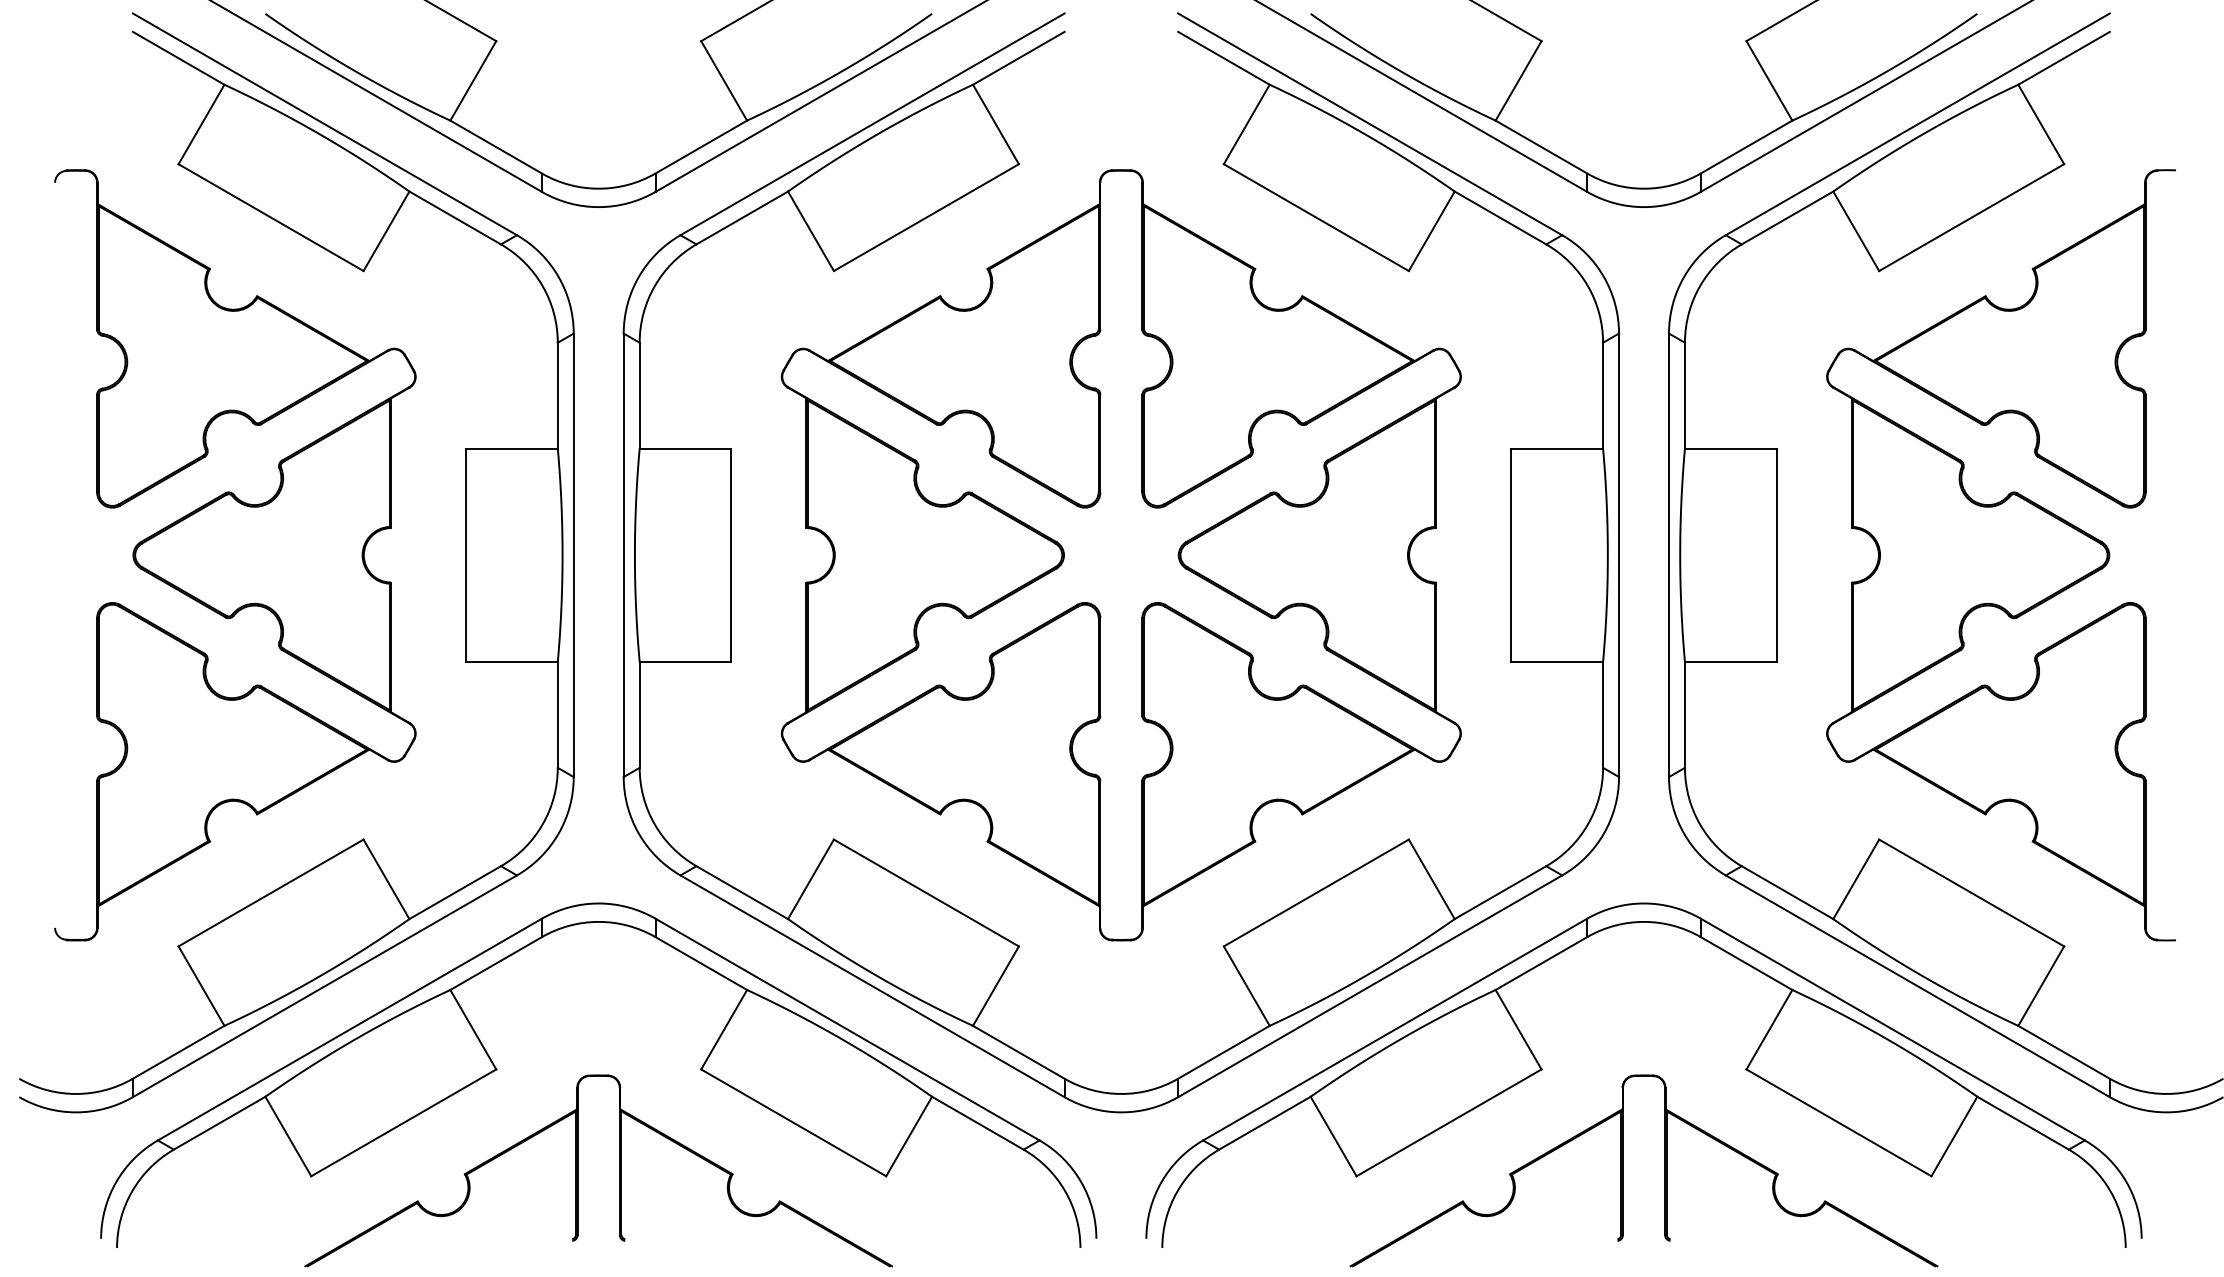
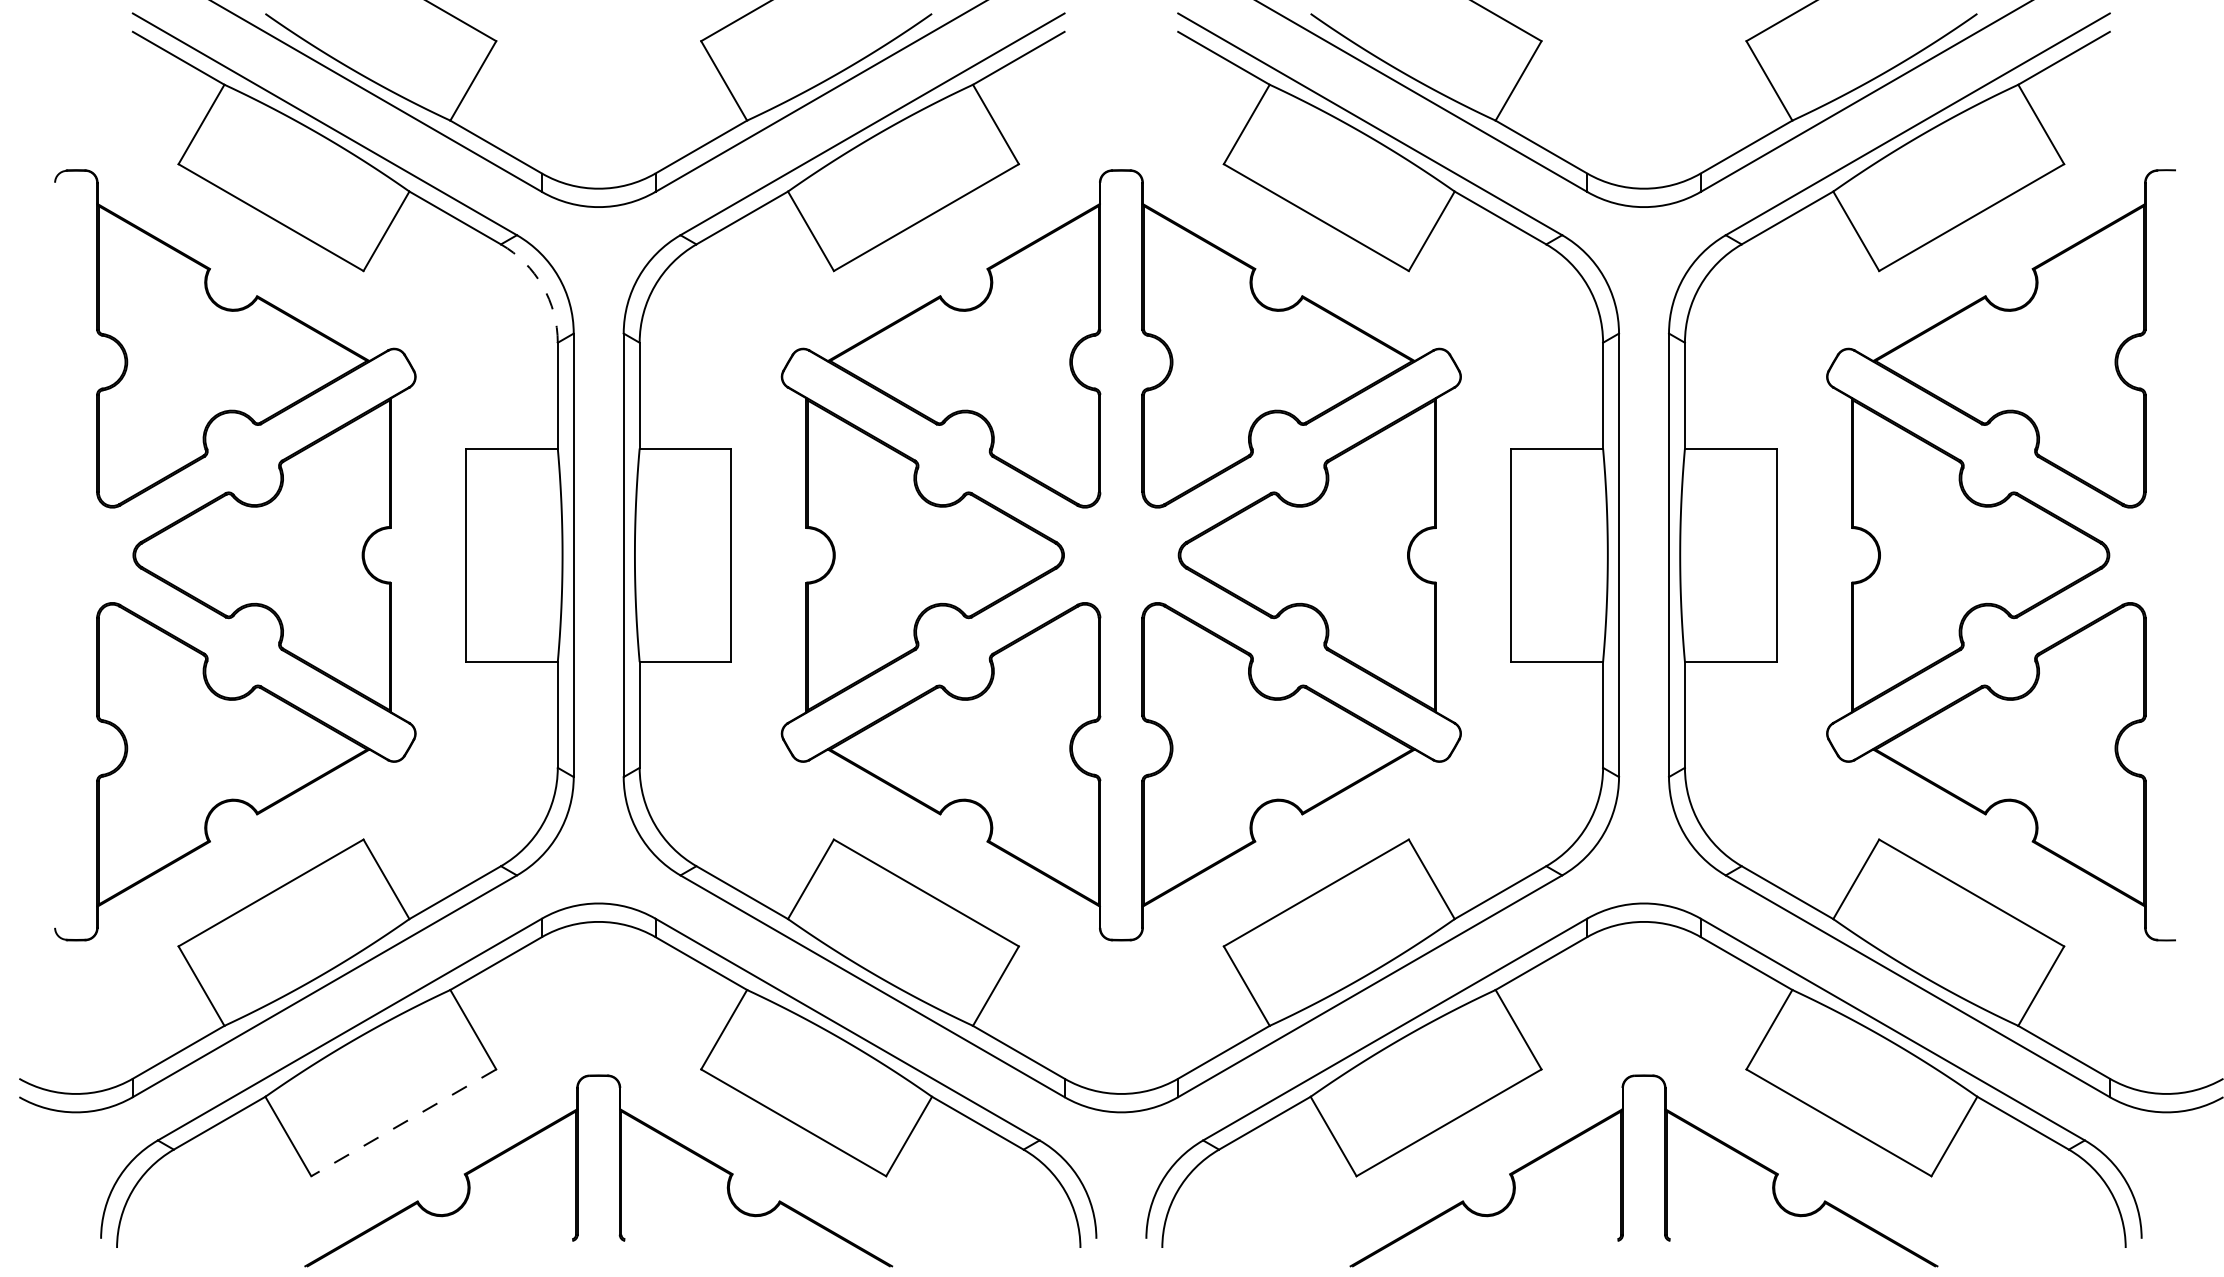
arc at (542, 285): solid -> dashed
line at (403, 1122): solid -> dashed
